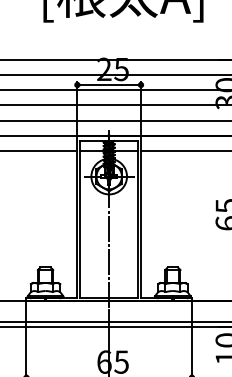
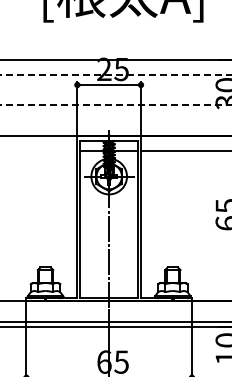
line at (116, 74): solid -> dashed
line at (115, 90): present -> none
line at (116, 105): solid -> dashed
line at (115, 120): present -> none
line at (39, 151): present -> none
